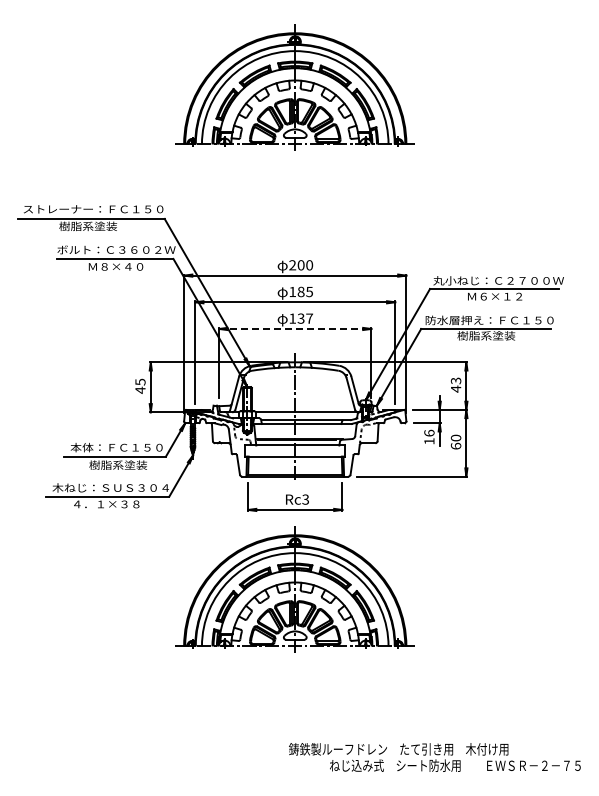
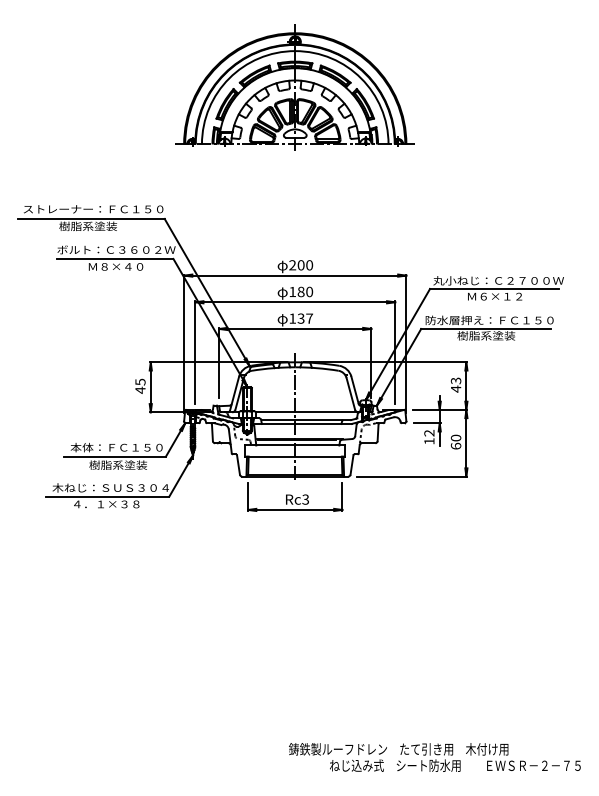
text at (309, 291): 185 -> 180
line at (295, 328): dashed -> solid
text at (429, 432): 16 -> 12
part at (294, 589): present -> none
